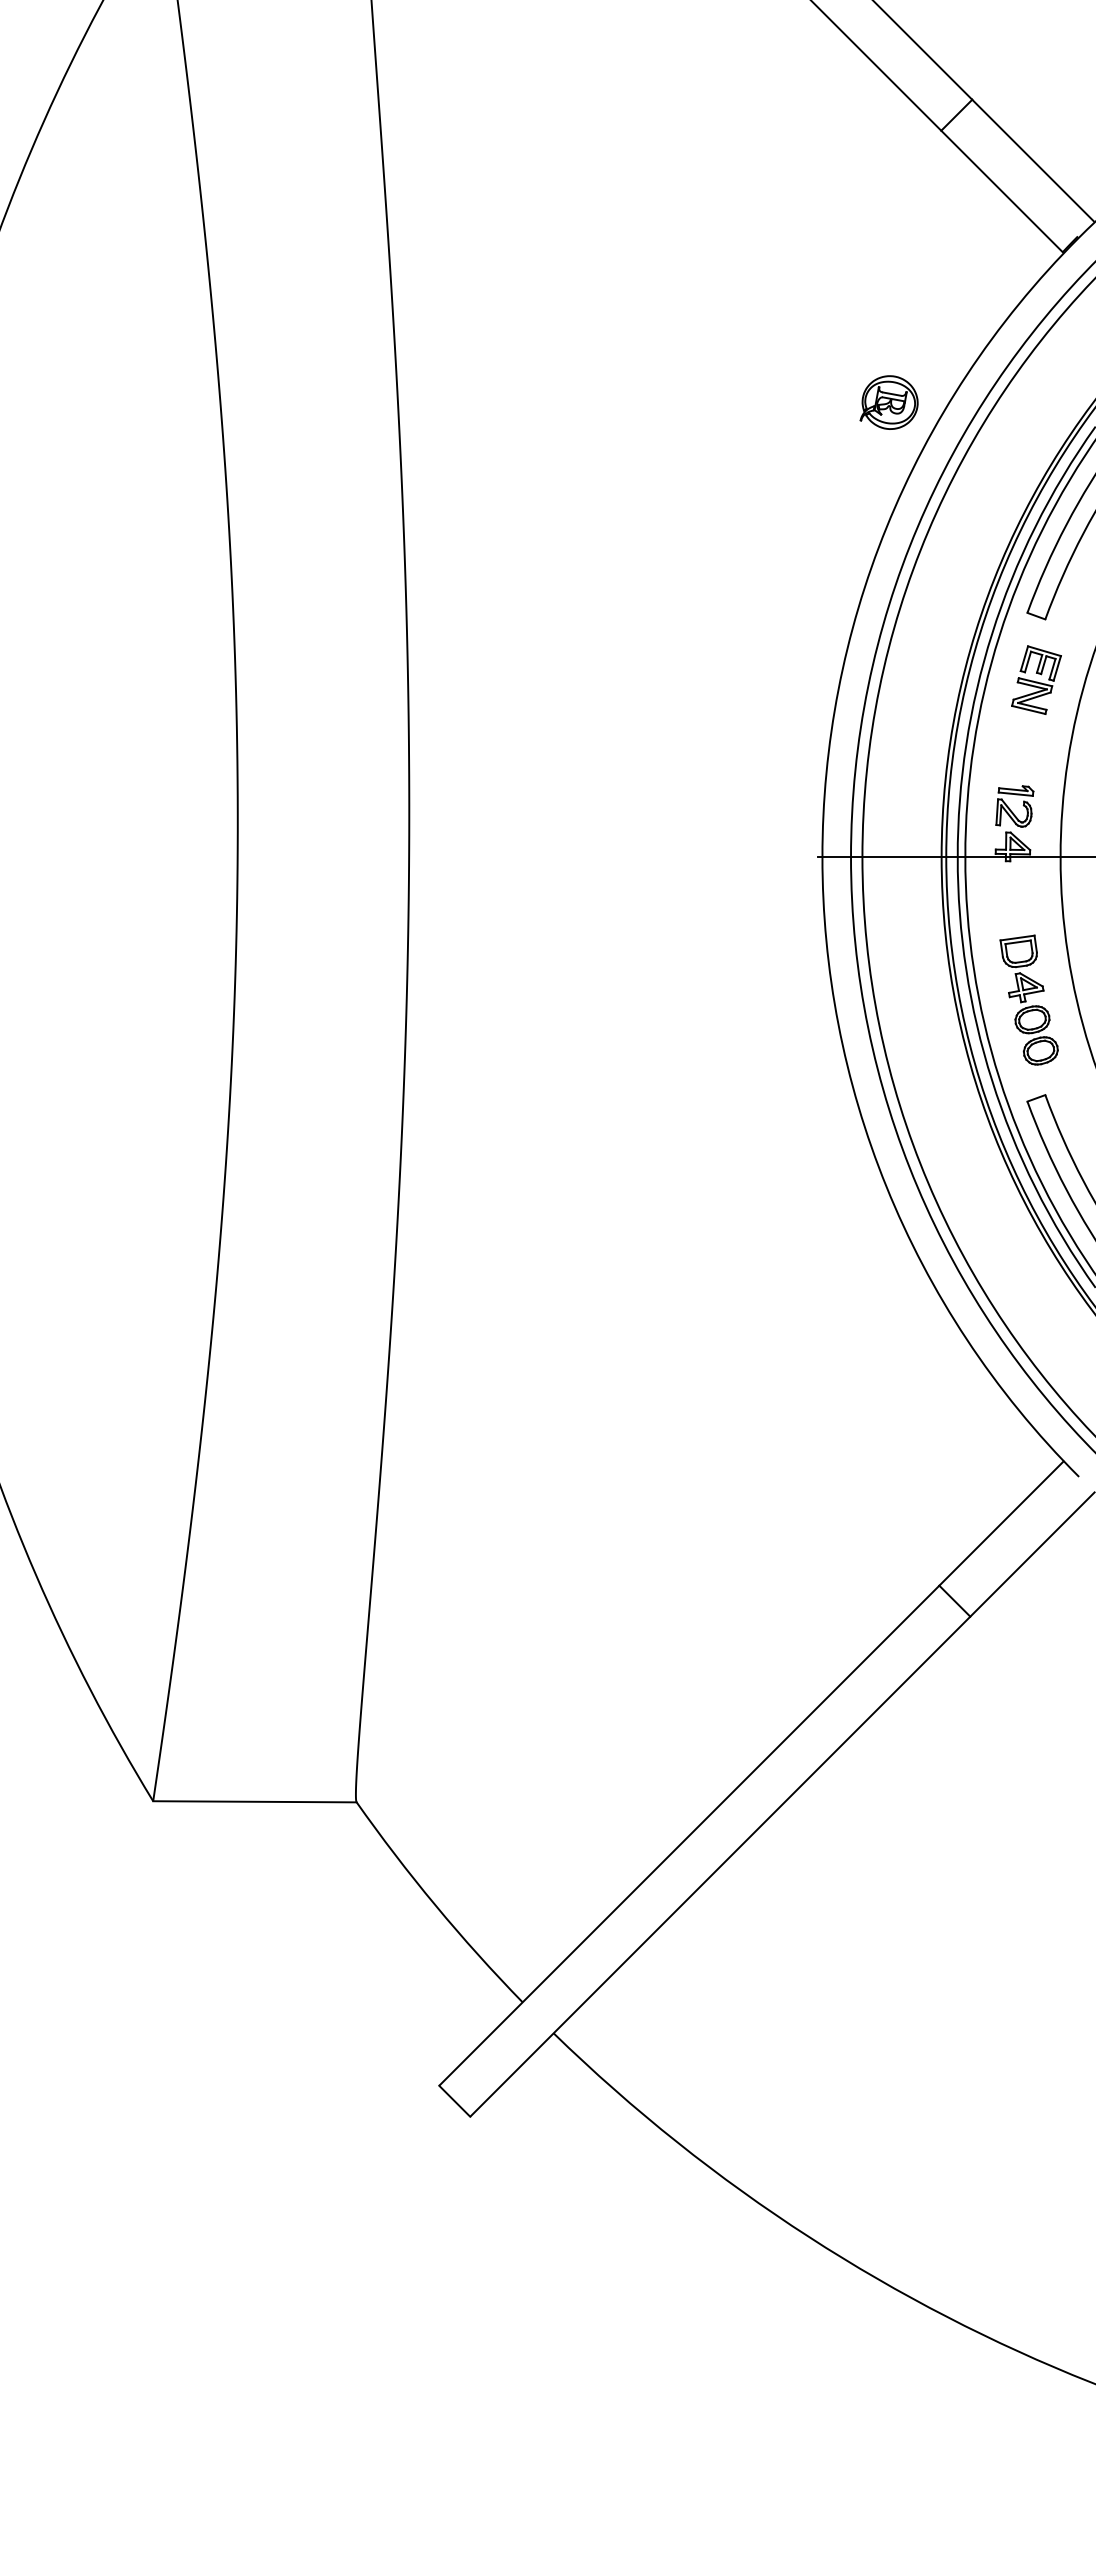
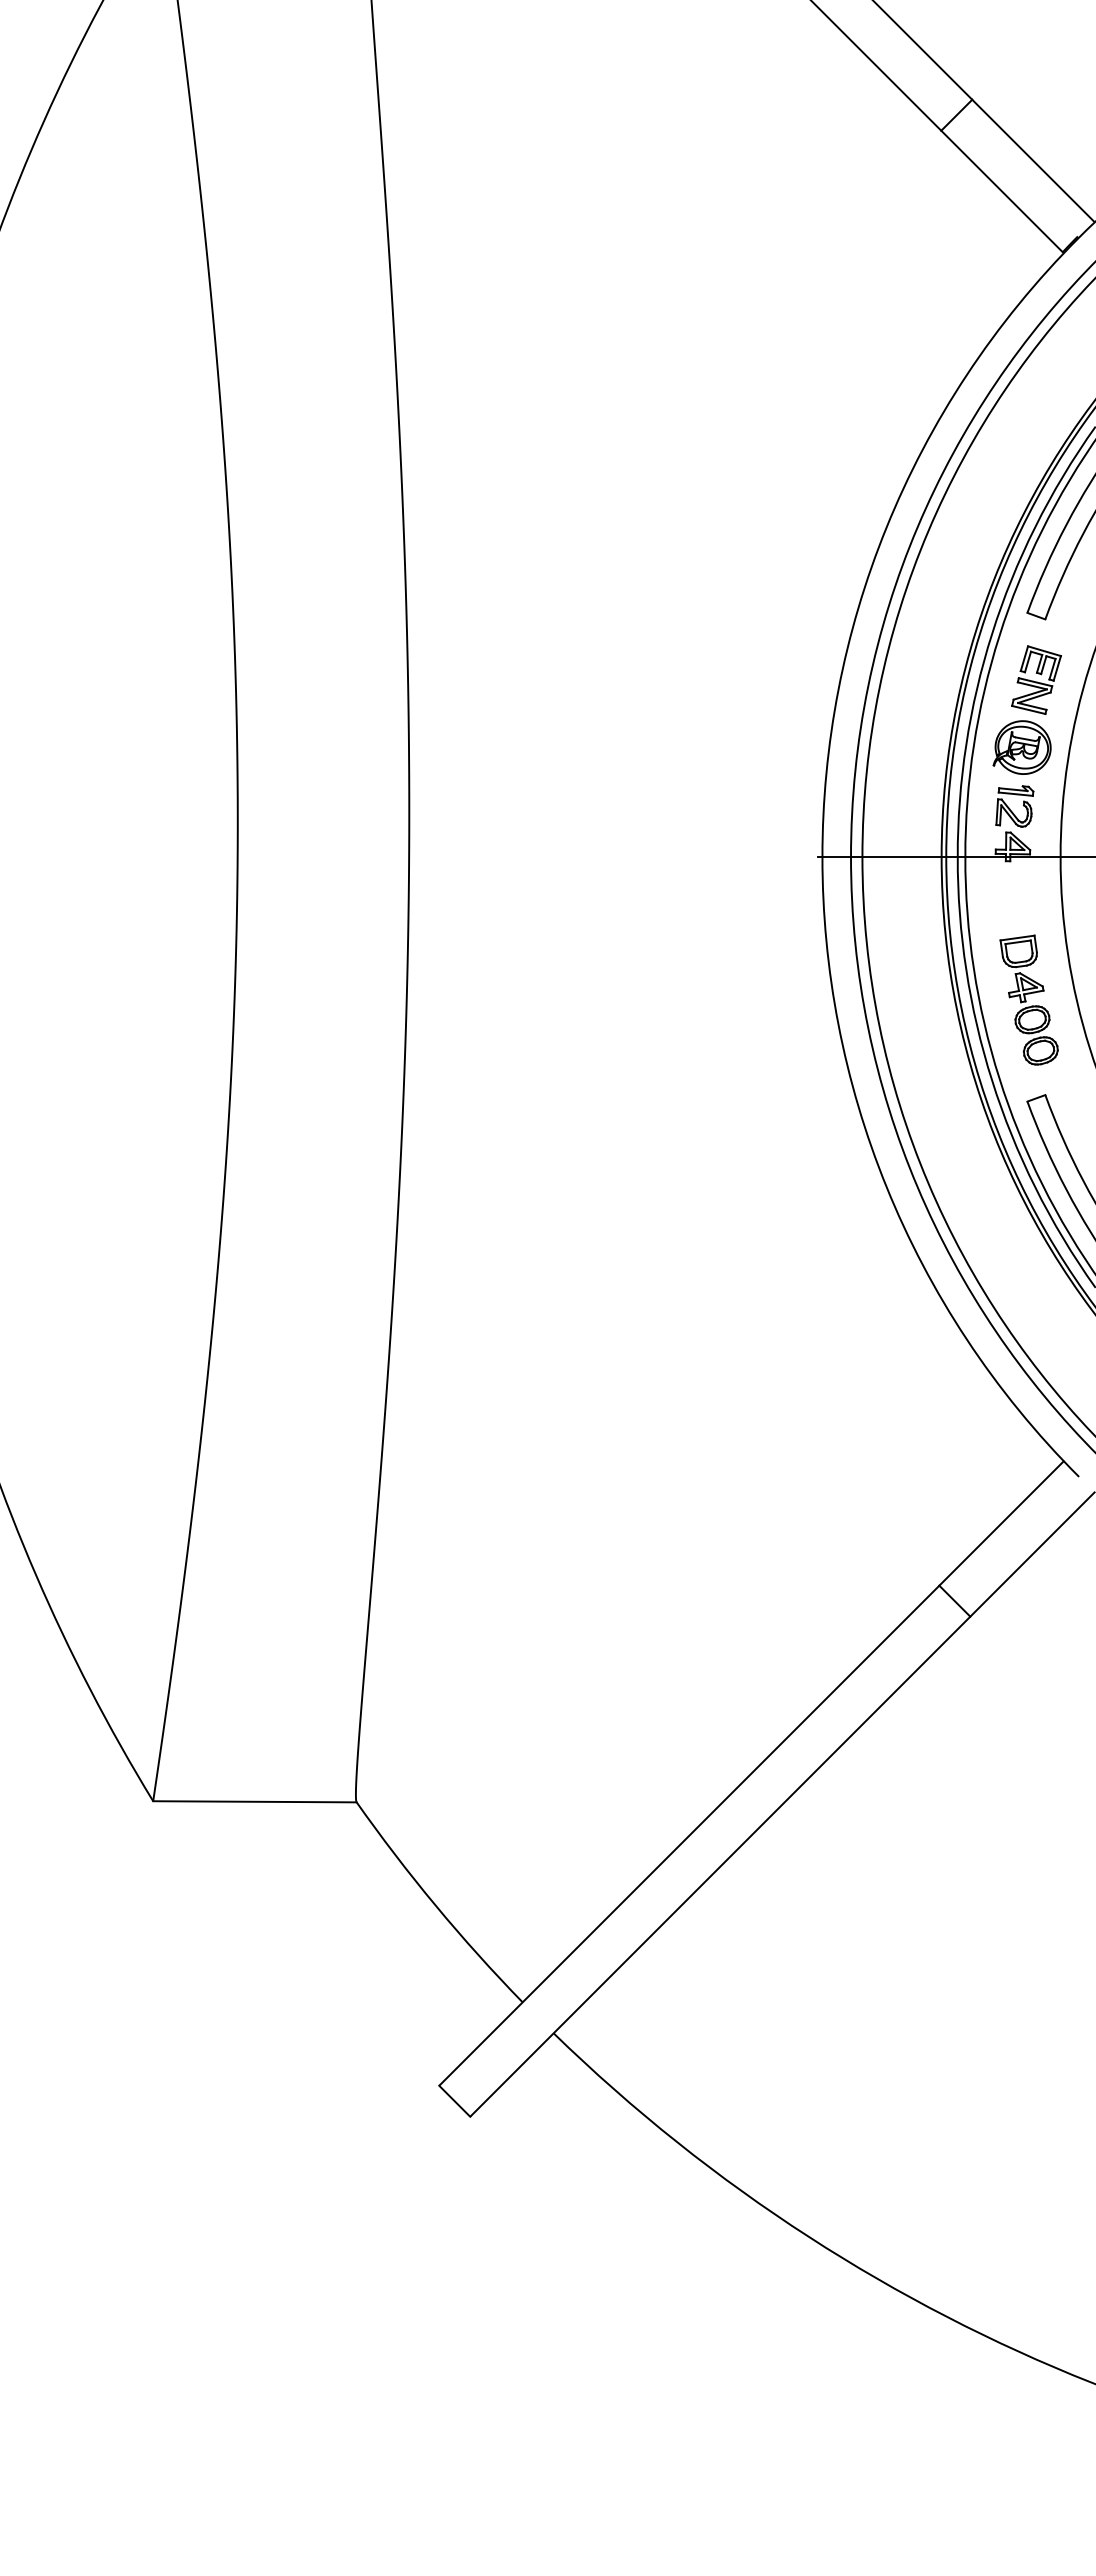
part at (888, 402) position: (888, 402) -> (1021, 747)
